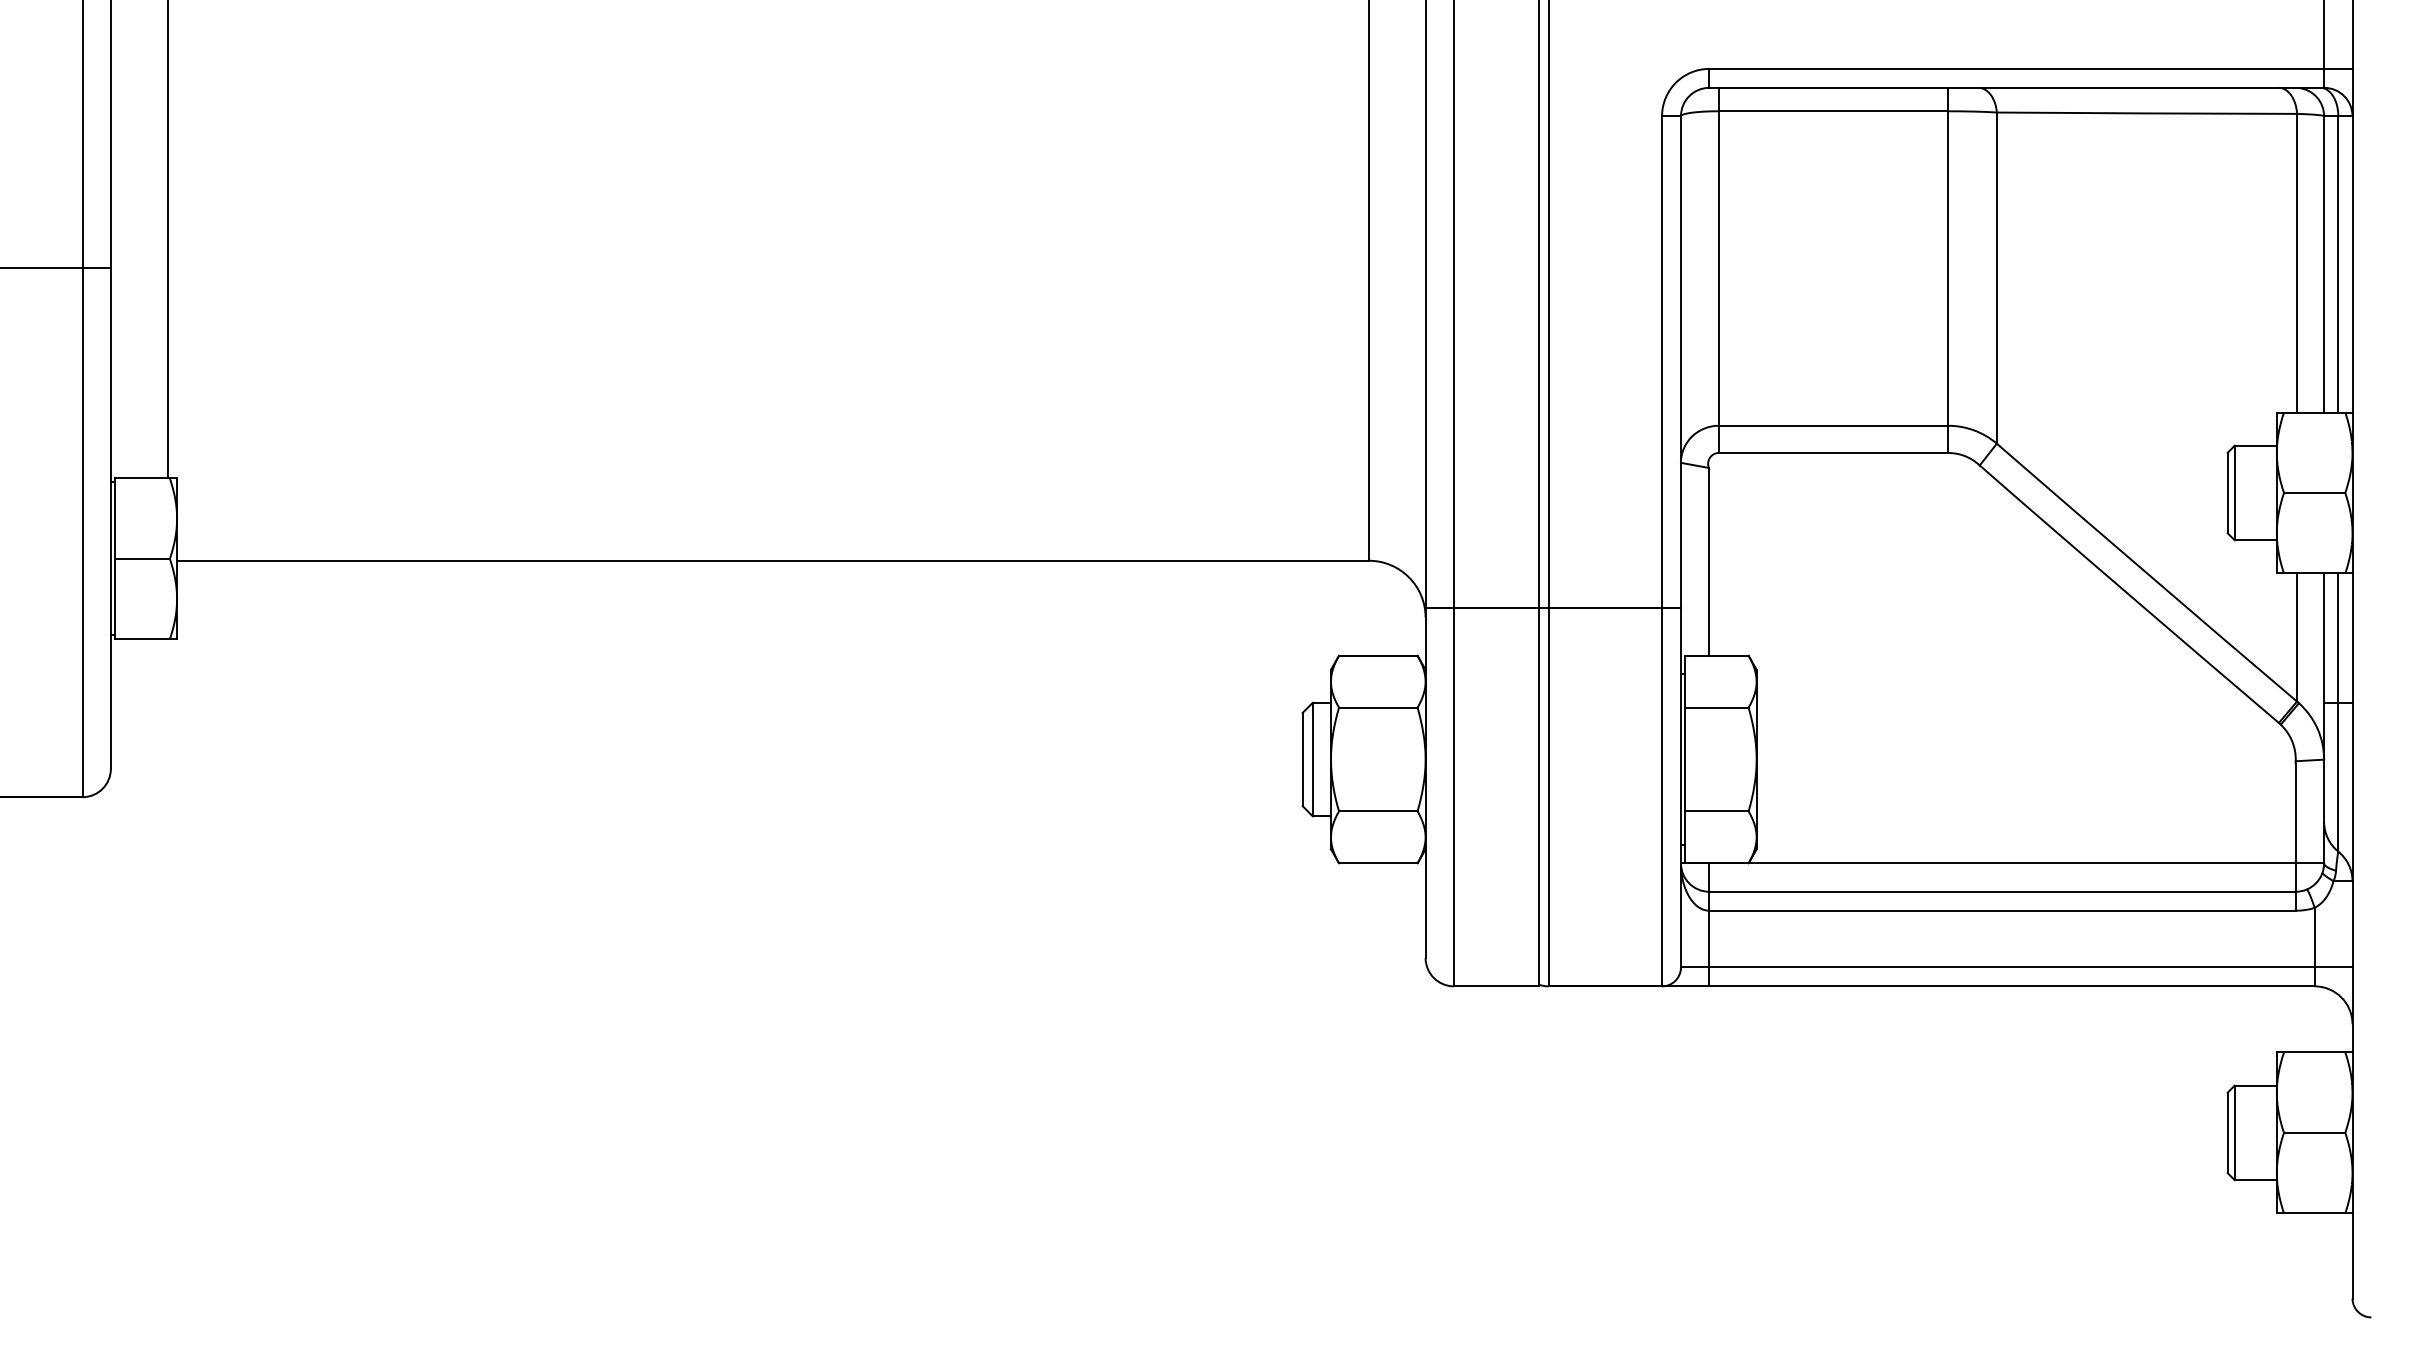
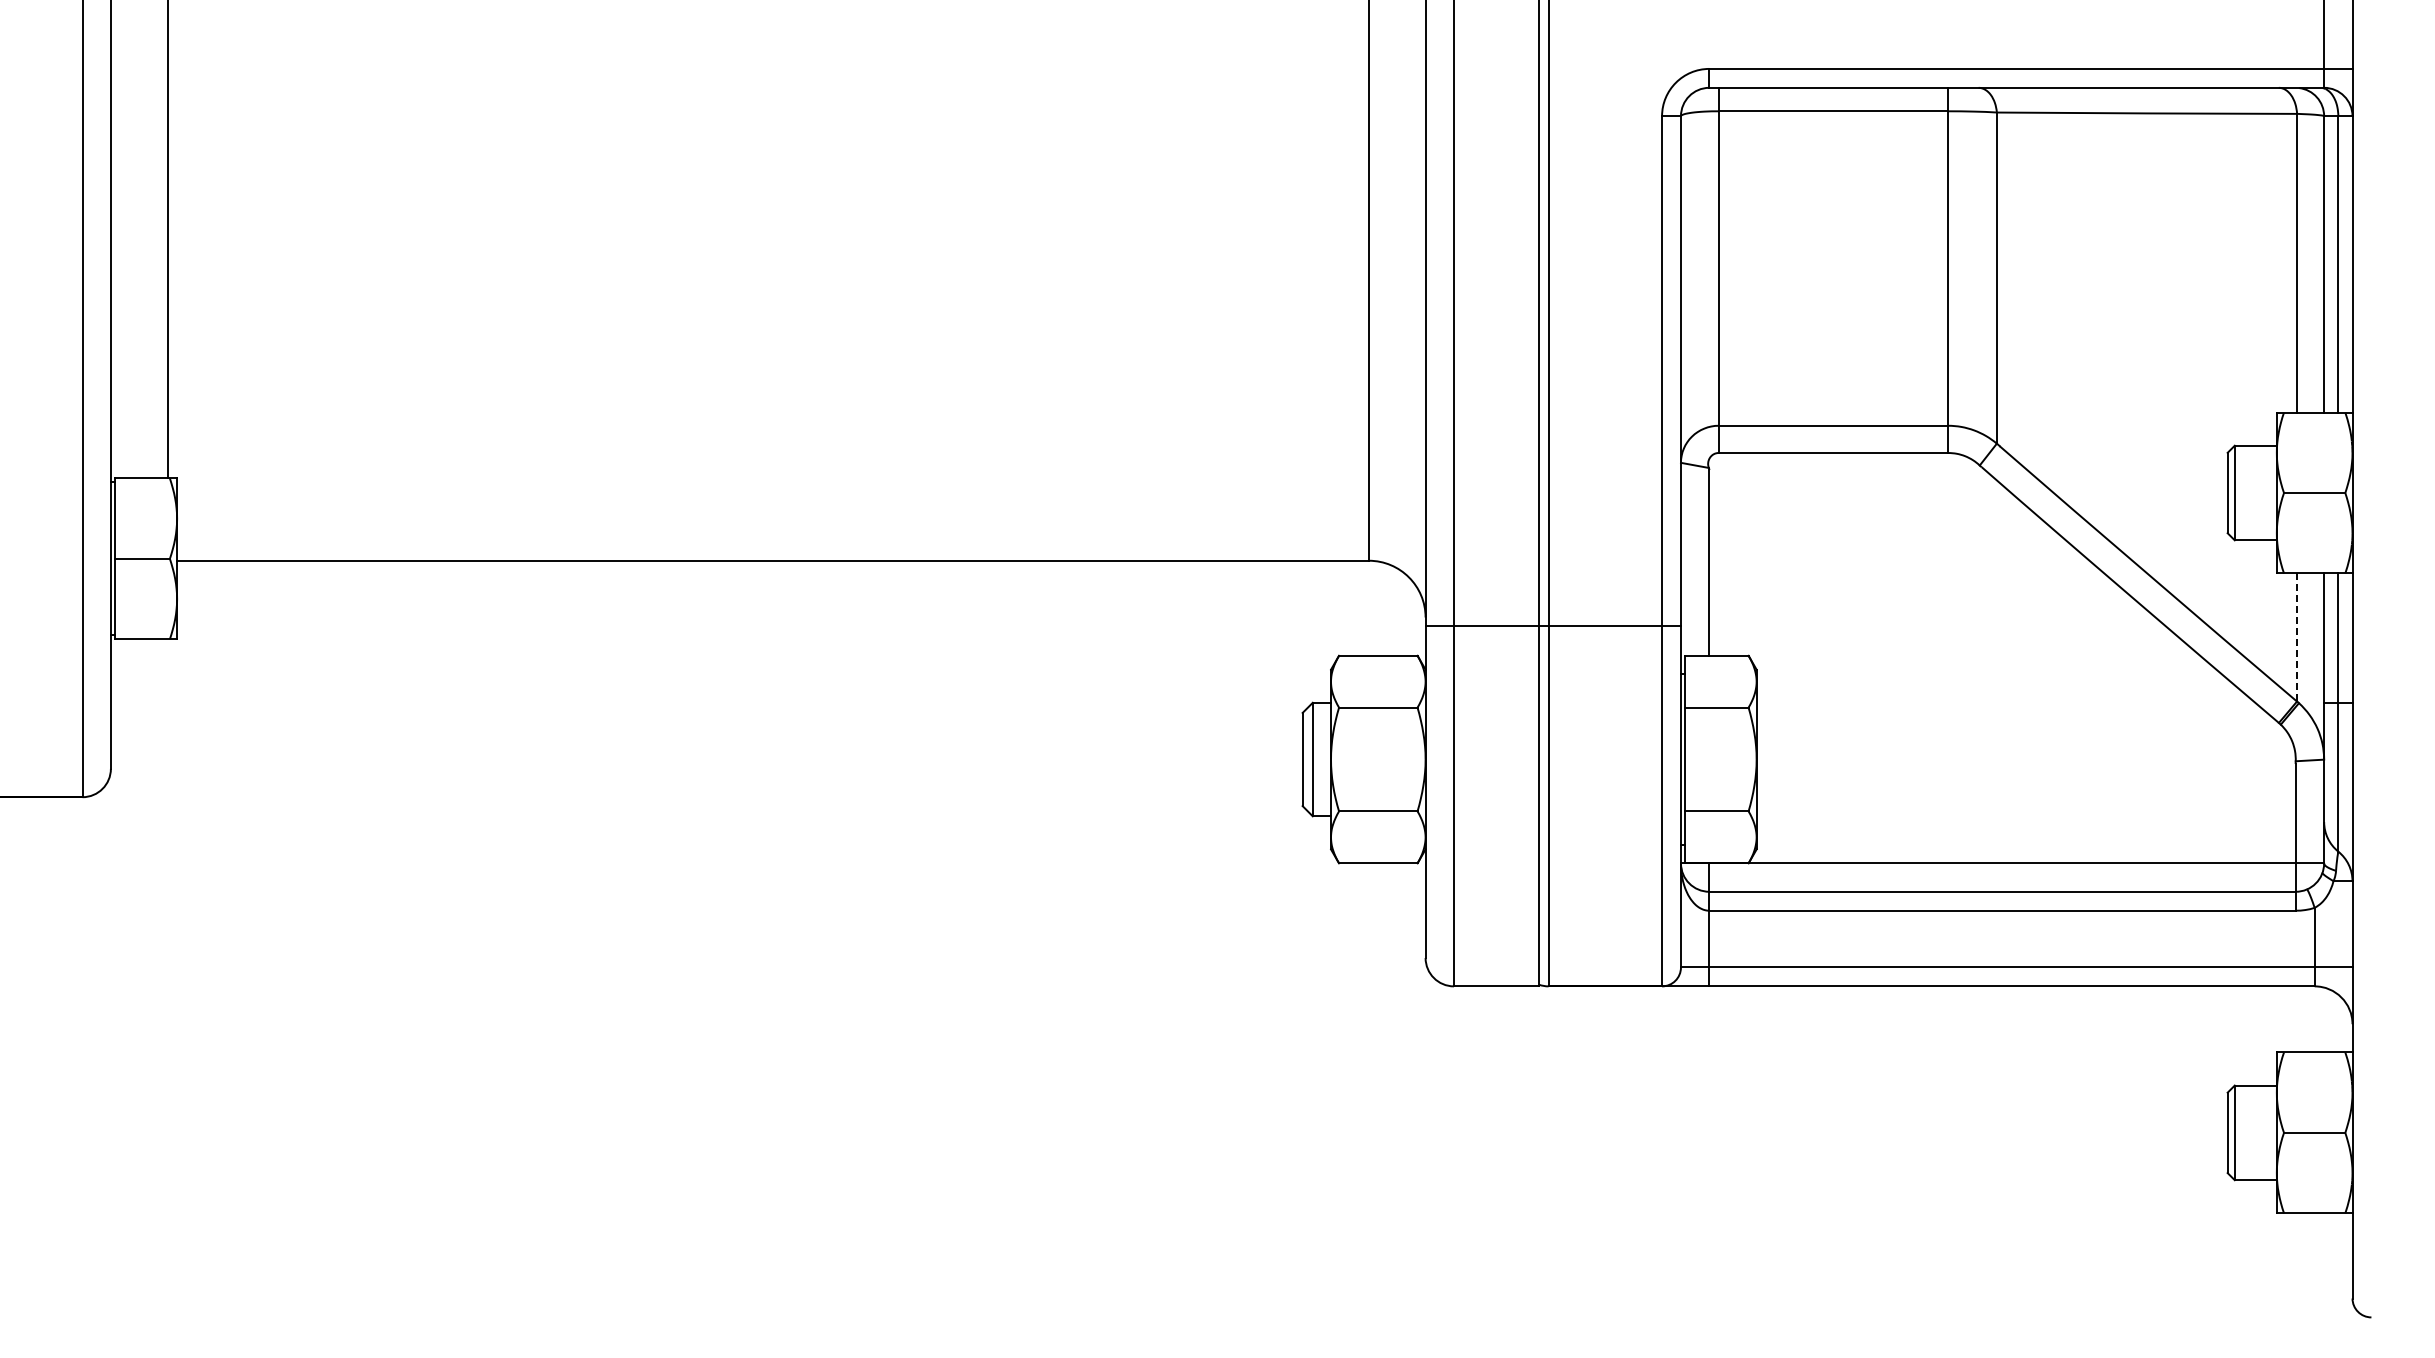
line at (56, 267): present -> none
line at (1552, 608) position: (1552, 608) -> (1552, 626)
line at (2297, 636): solid -> dashed
